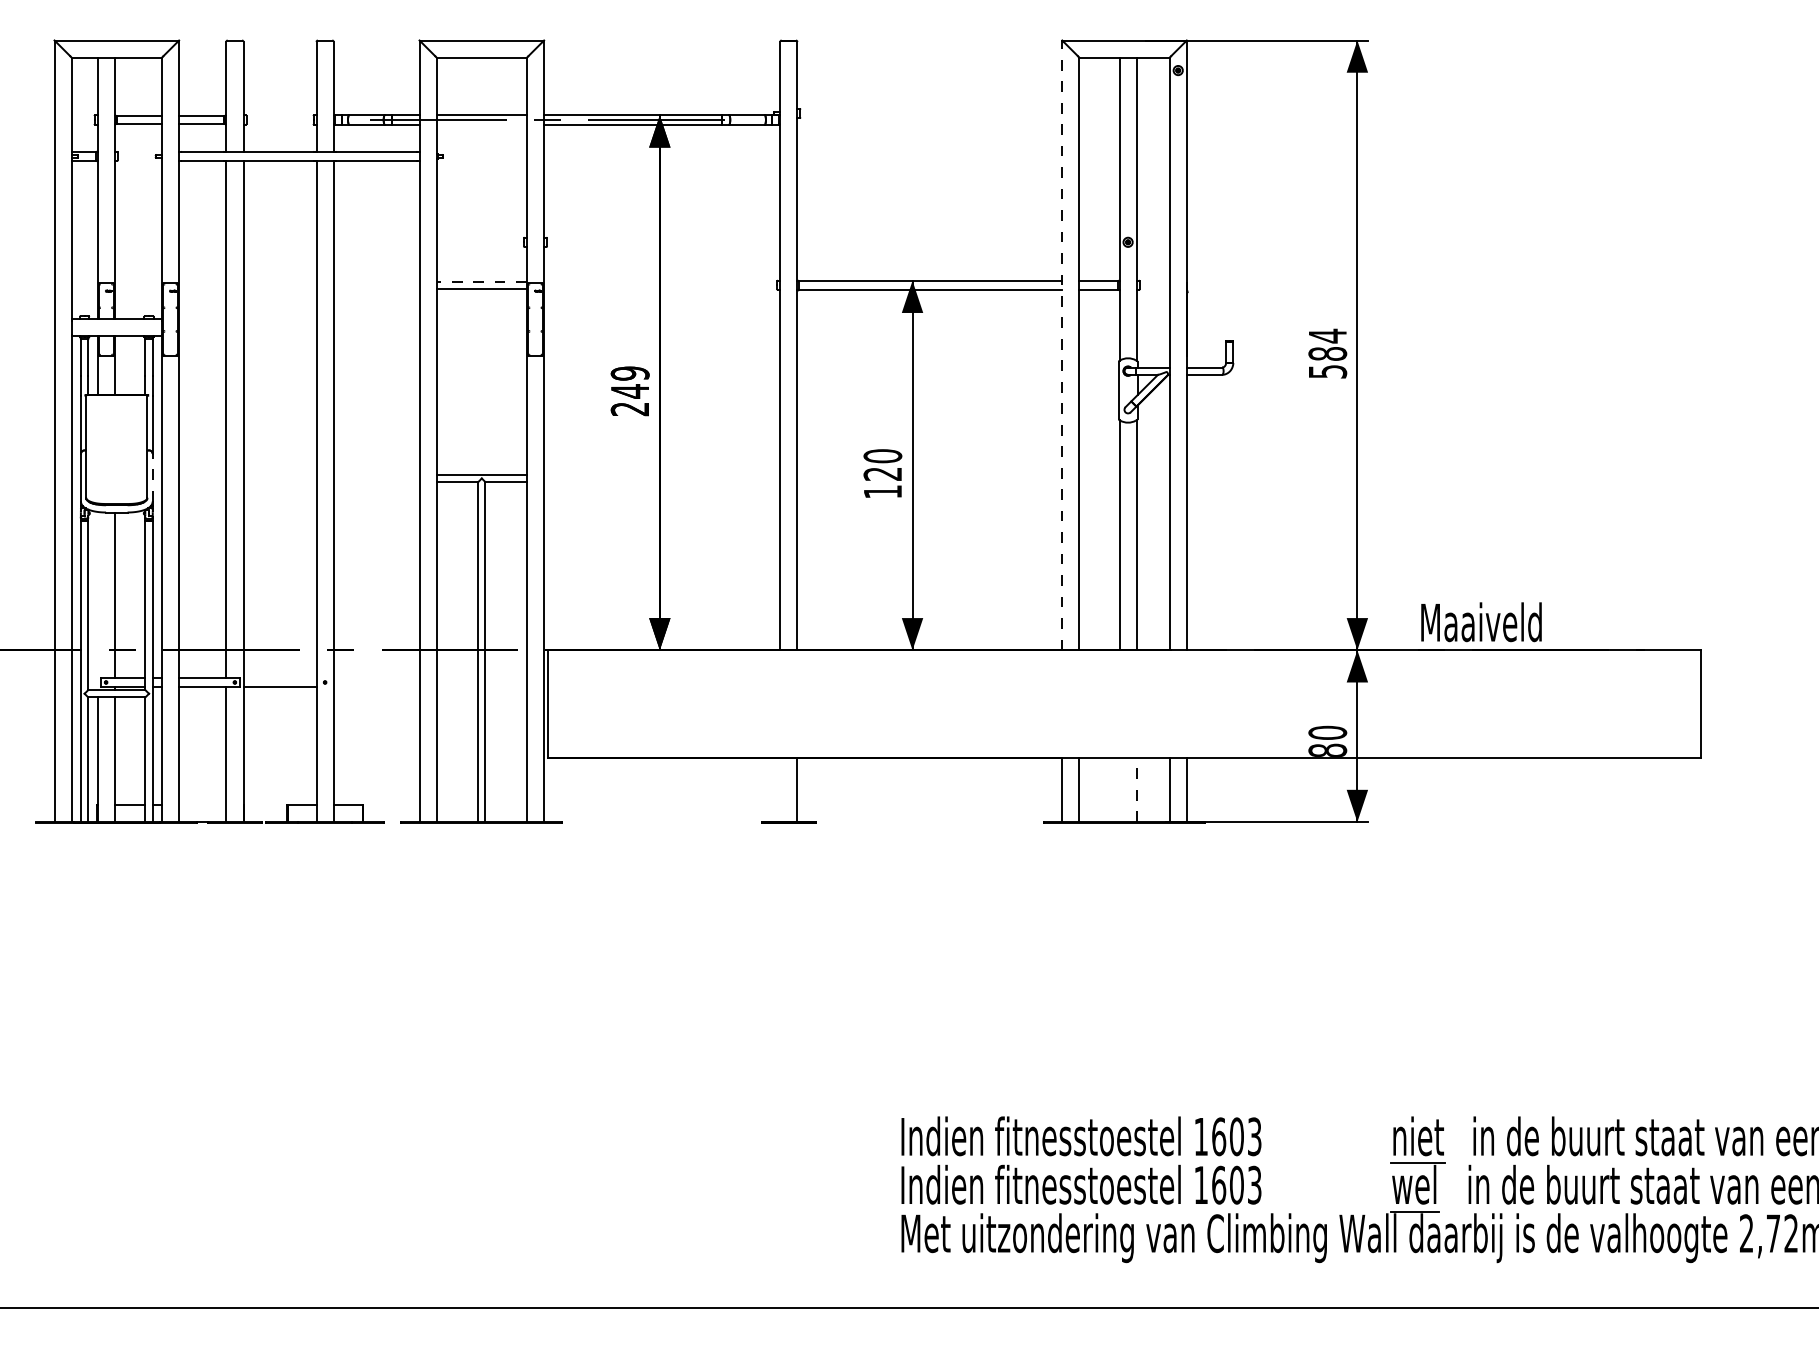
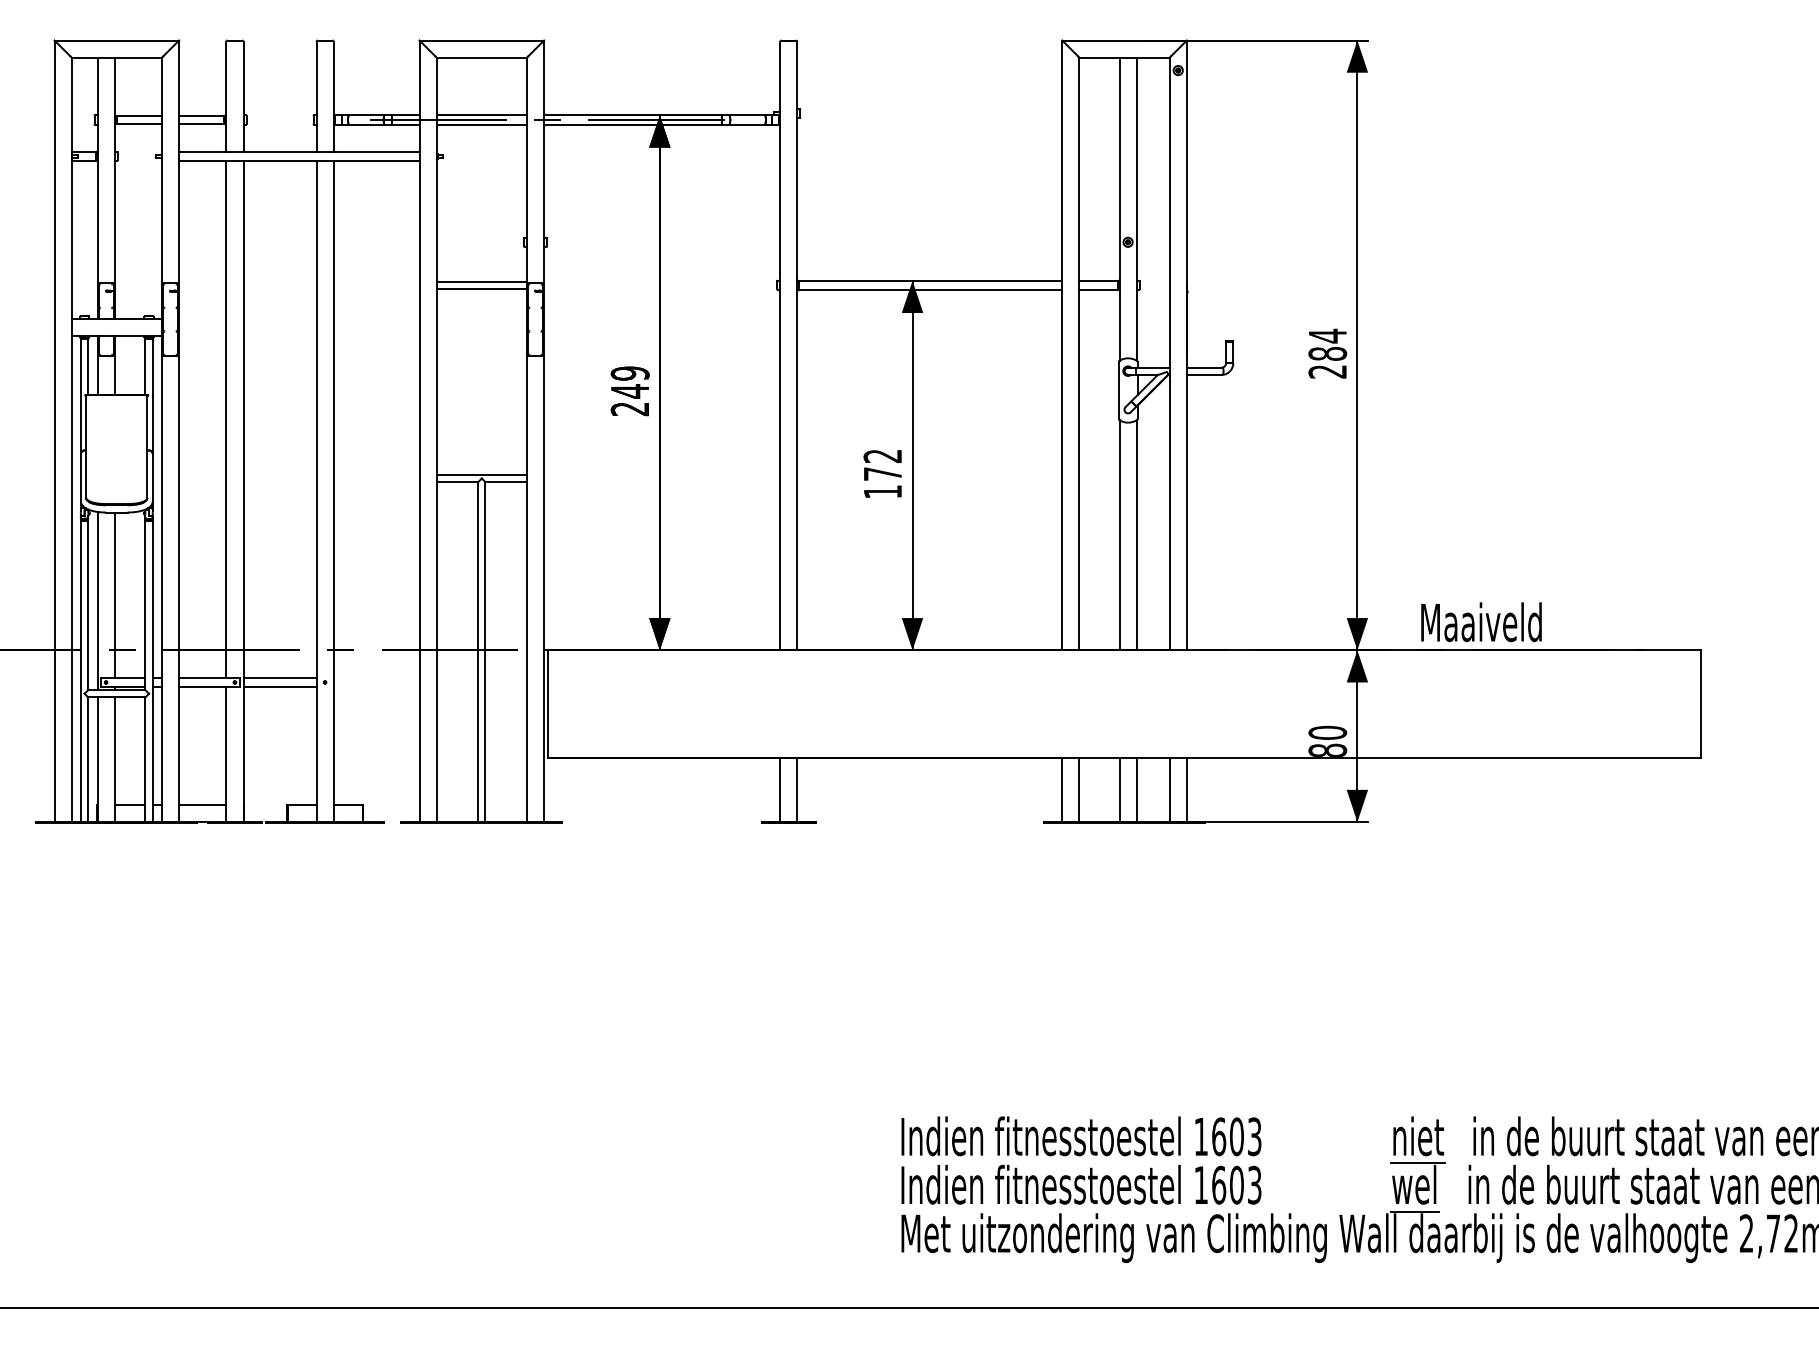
line at (481, 124): none -> present
line at (481, 281): dashed -> solid
line at (1062, 345): dashed -> solid
text at (1327, 371): 584 -> 284
text at (882, 464): 120 -> 172
line at (152, 477): dashed -> solid
line at (97, 600): none -> present
line at (279, 678): none -> present
line at (780, 789): none -> present
line at (1119, 789): none -> present
line at (1136, 789): dashed -> solid
line at (202, 804): none -> present
